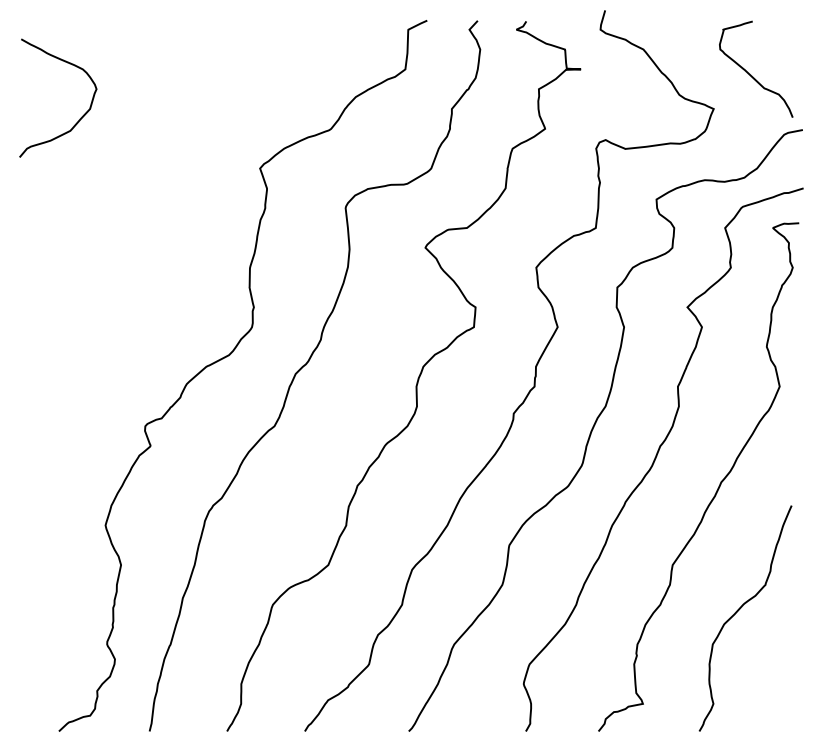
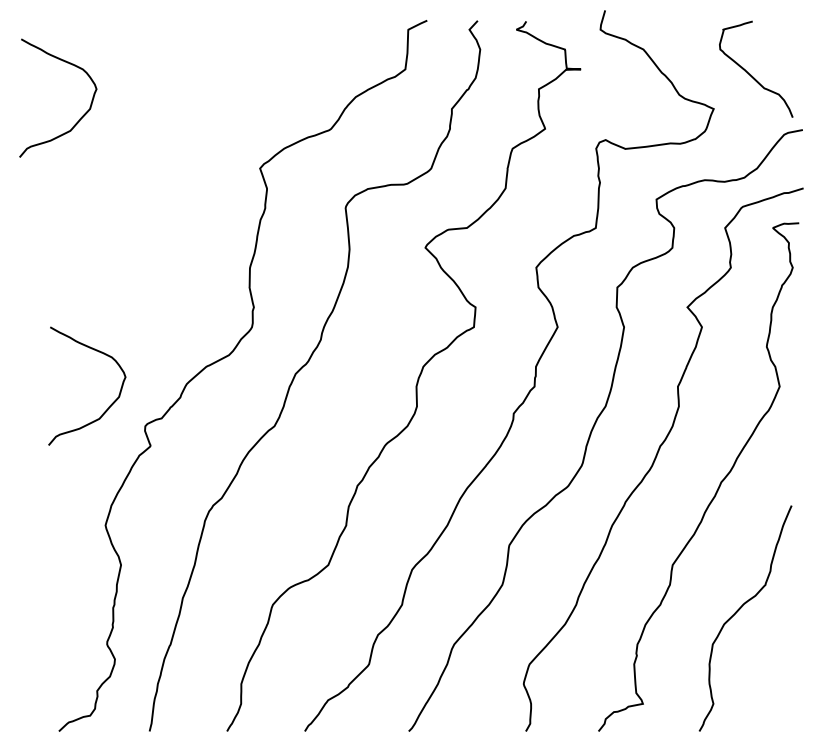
curve at (109, 405): none -> present
